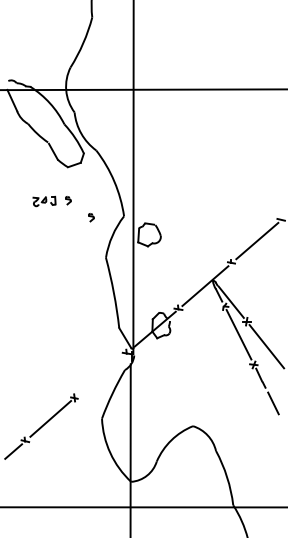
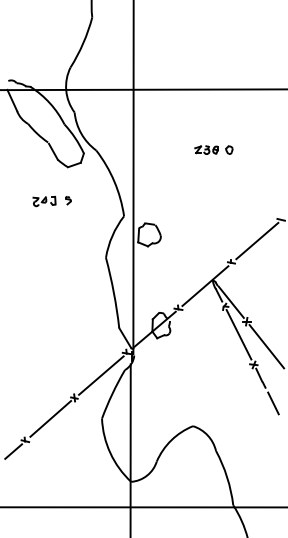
part at (213, 149): none -> present
part at (91, 217): present -> none
line at (101, 375): none -> present
